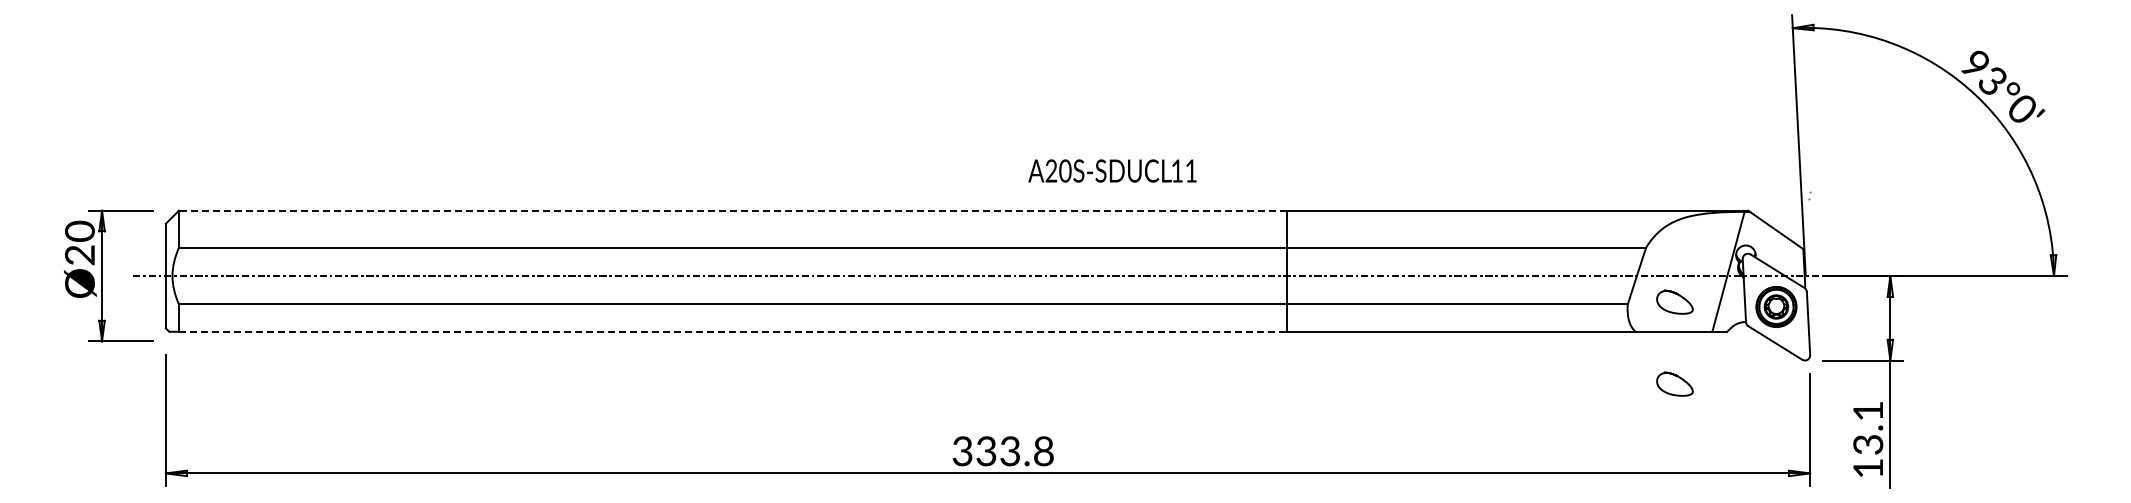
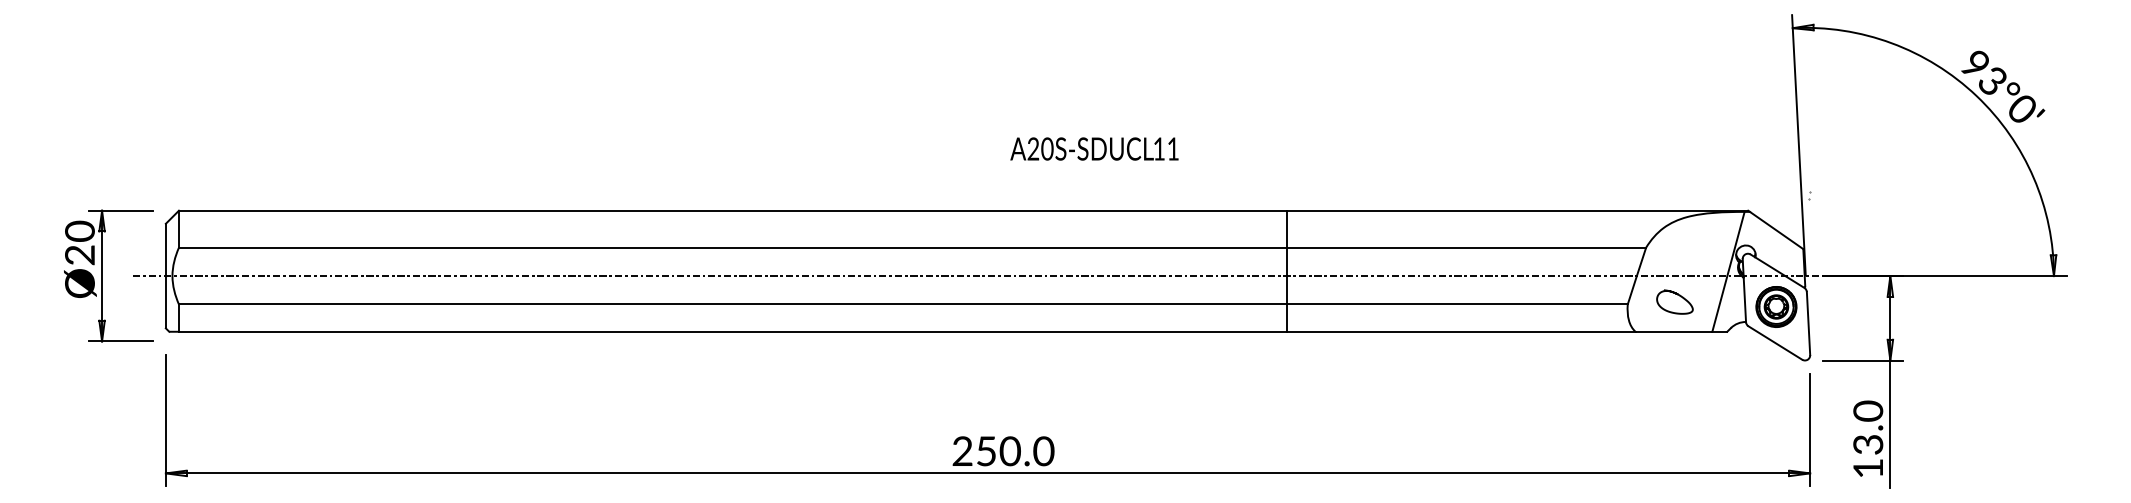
text at (1112, 170) position: (1112, 170) -> (1094, 148)
line at (732, 210): dashed -> solid
line at (733, 331): dashed -> solid
curve at (1677, 377): present -> none
text at (1868, 410): 13.1 -> 13.0
text at (1003, 451): 333.8 -> 250.0
